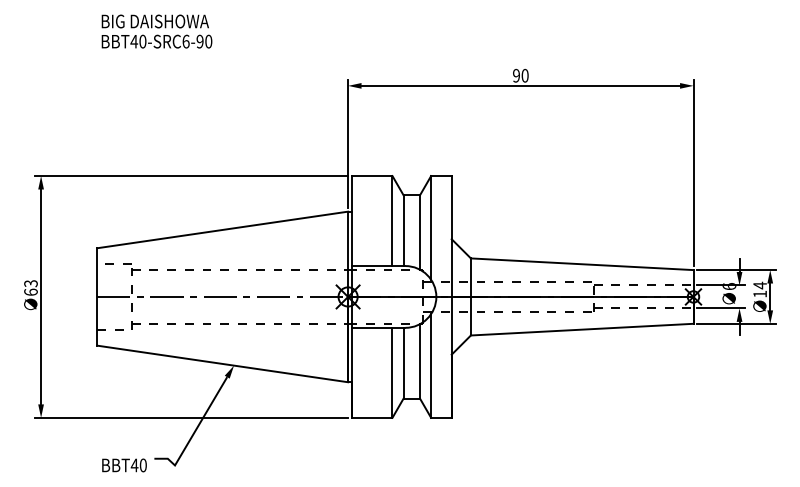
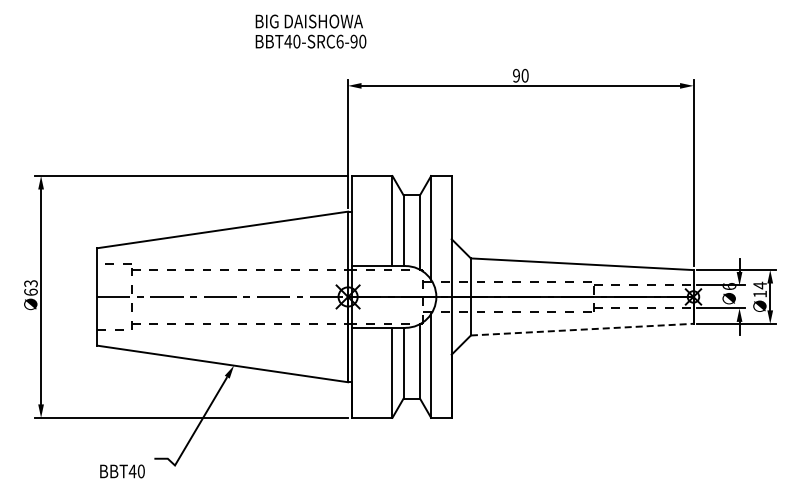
text at (156, 31) position: (156, 31) -> (310, 31)
line at (582, 329): solid -> dashed
text at (124, 465) position: (124, 465) -> (122, 471)
